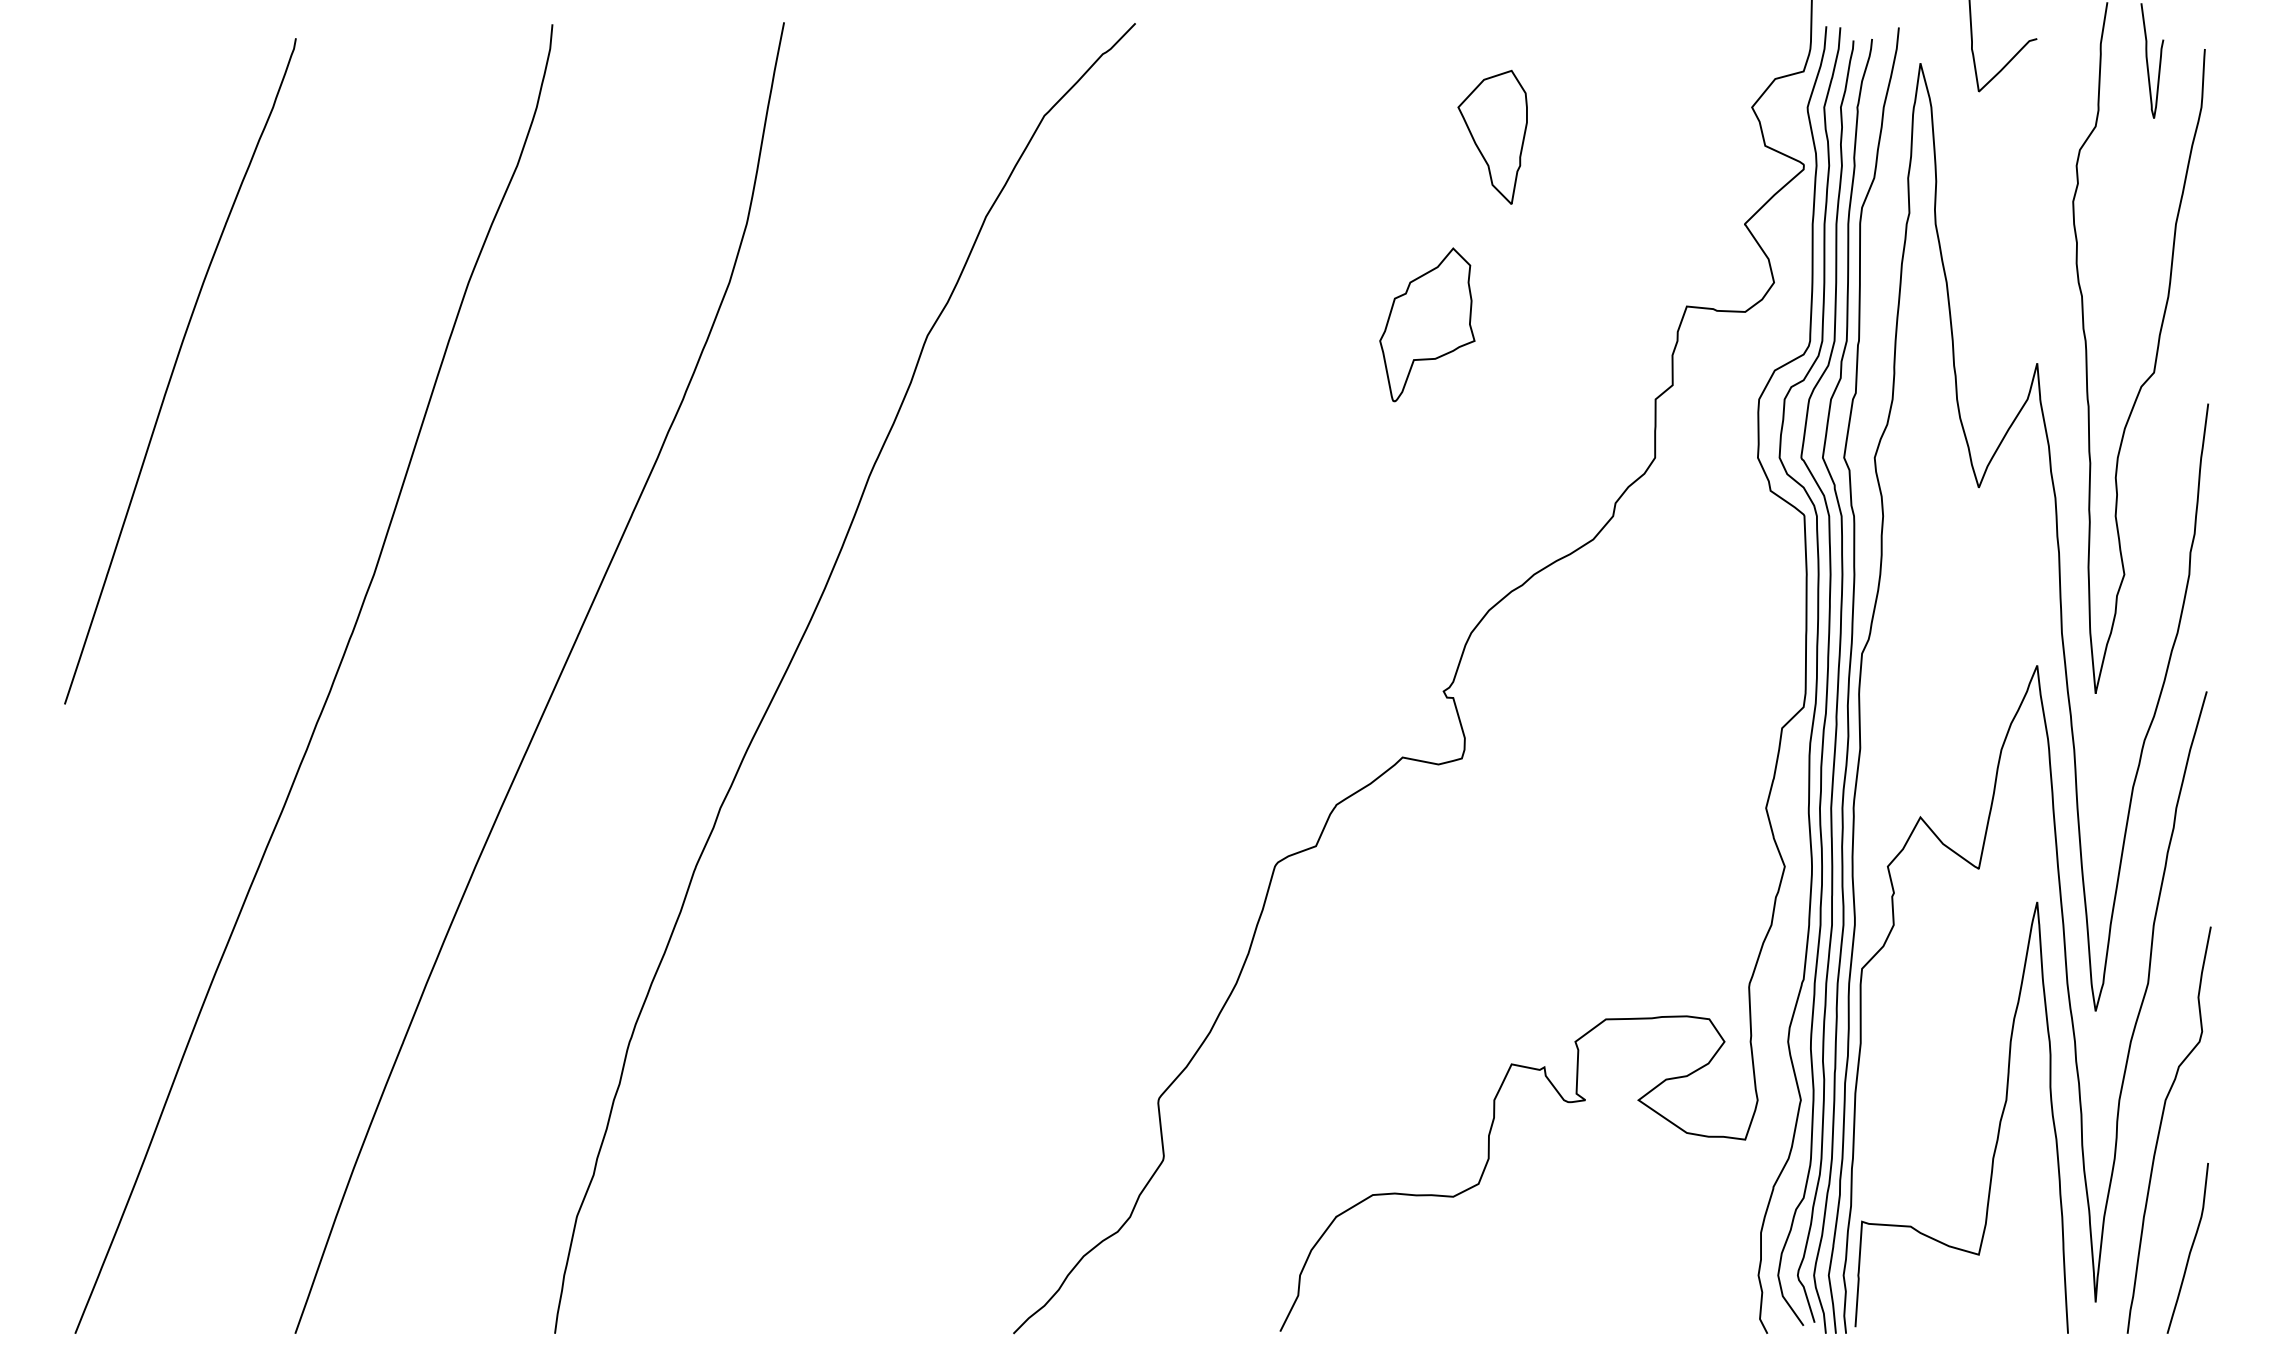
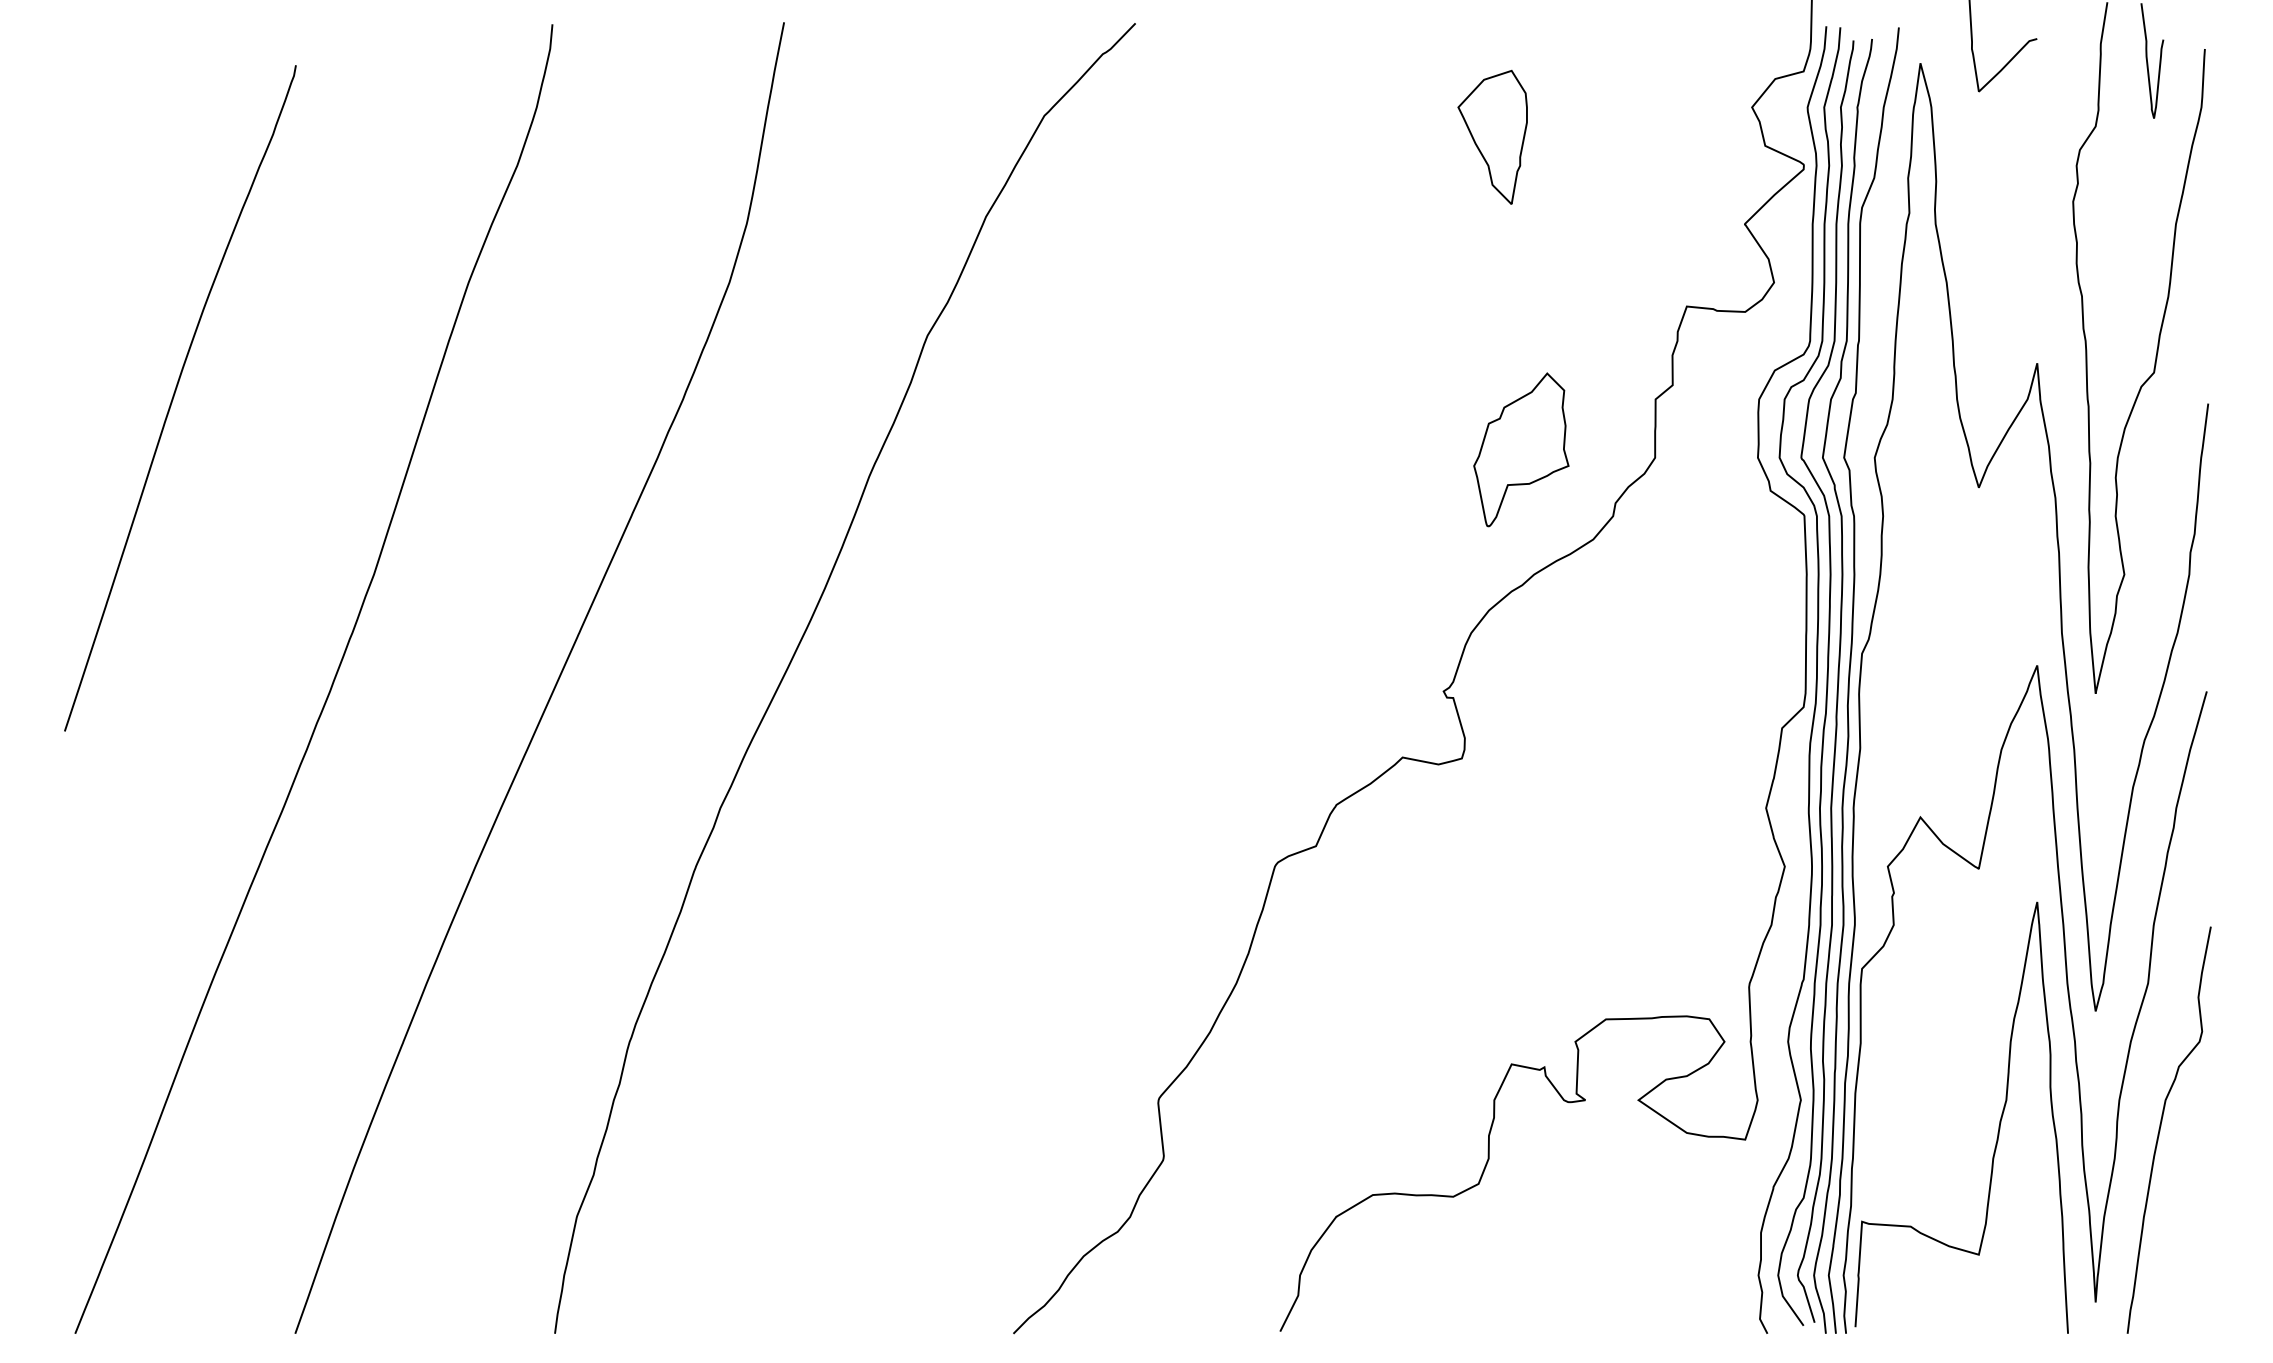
part at (1427, 324) position: (1427, 324) -> (1521, 449)
curve at (174, 370) position: (174, 370) -> (174, 397)
curve at (2189, 1250): present -> none
